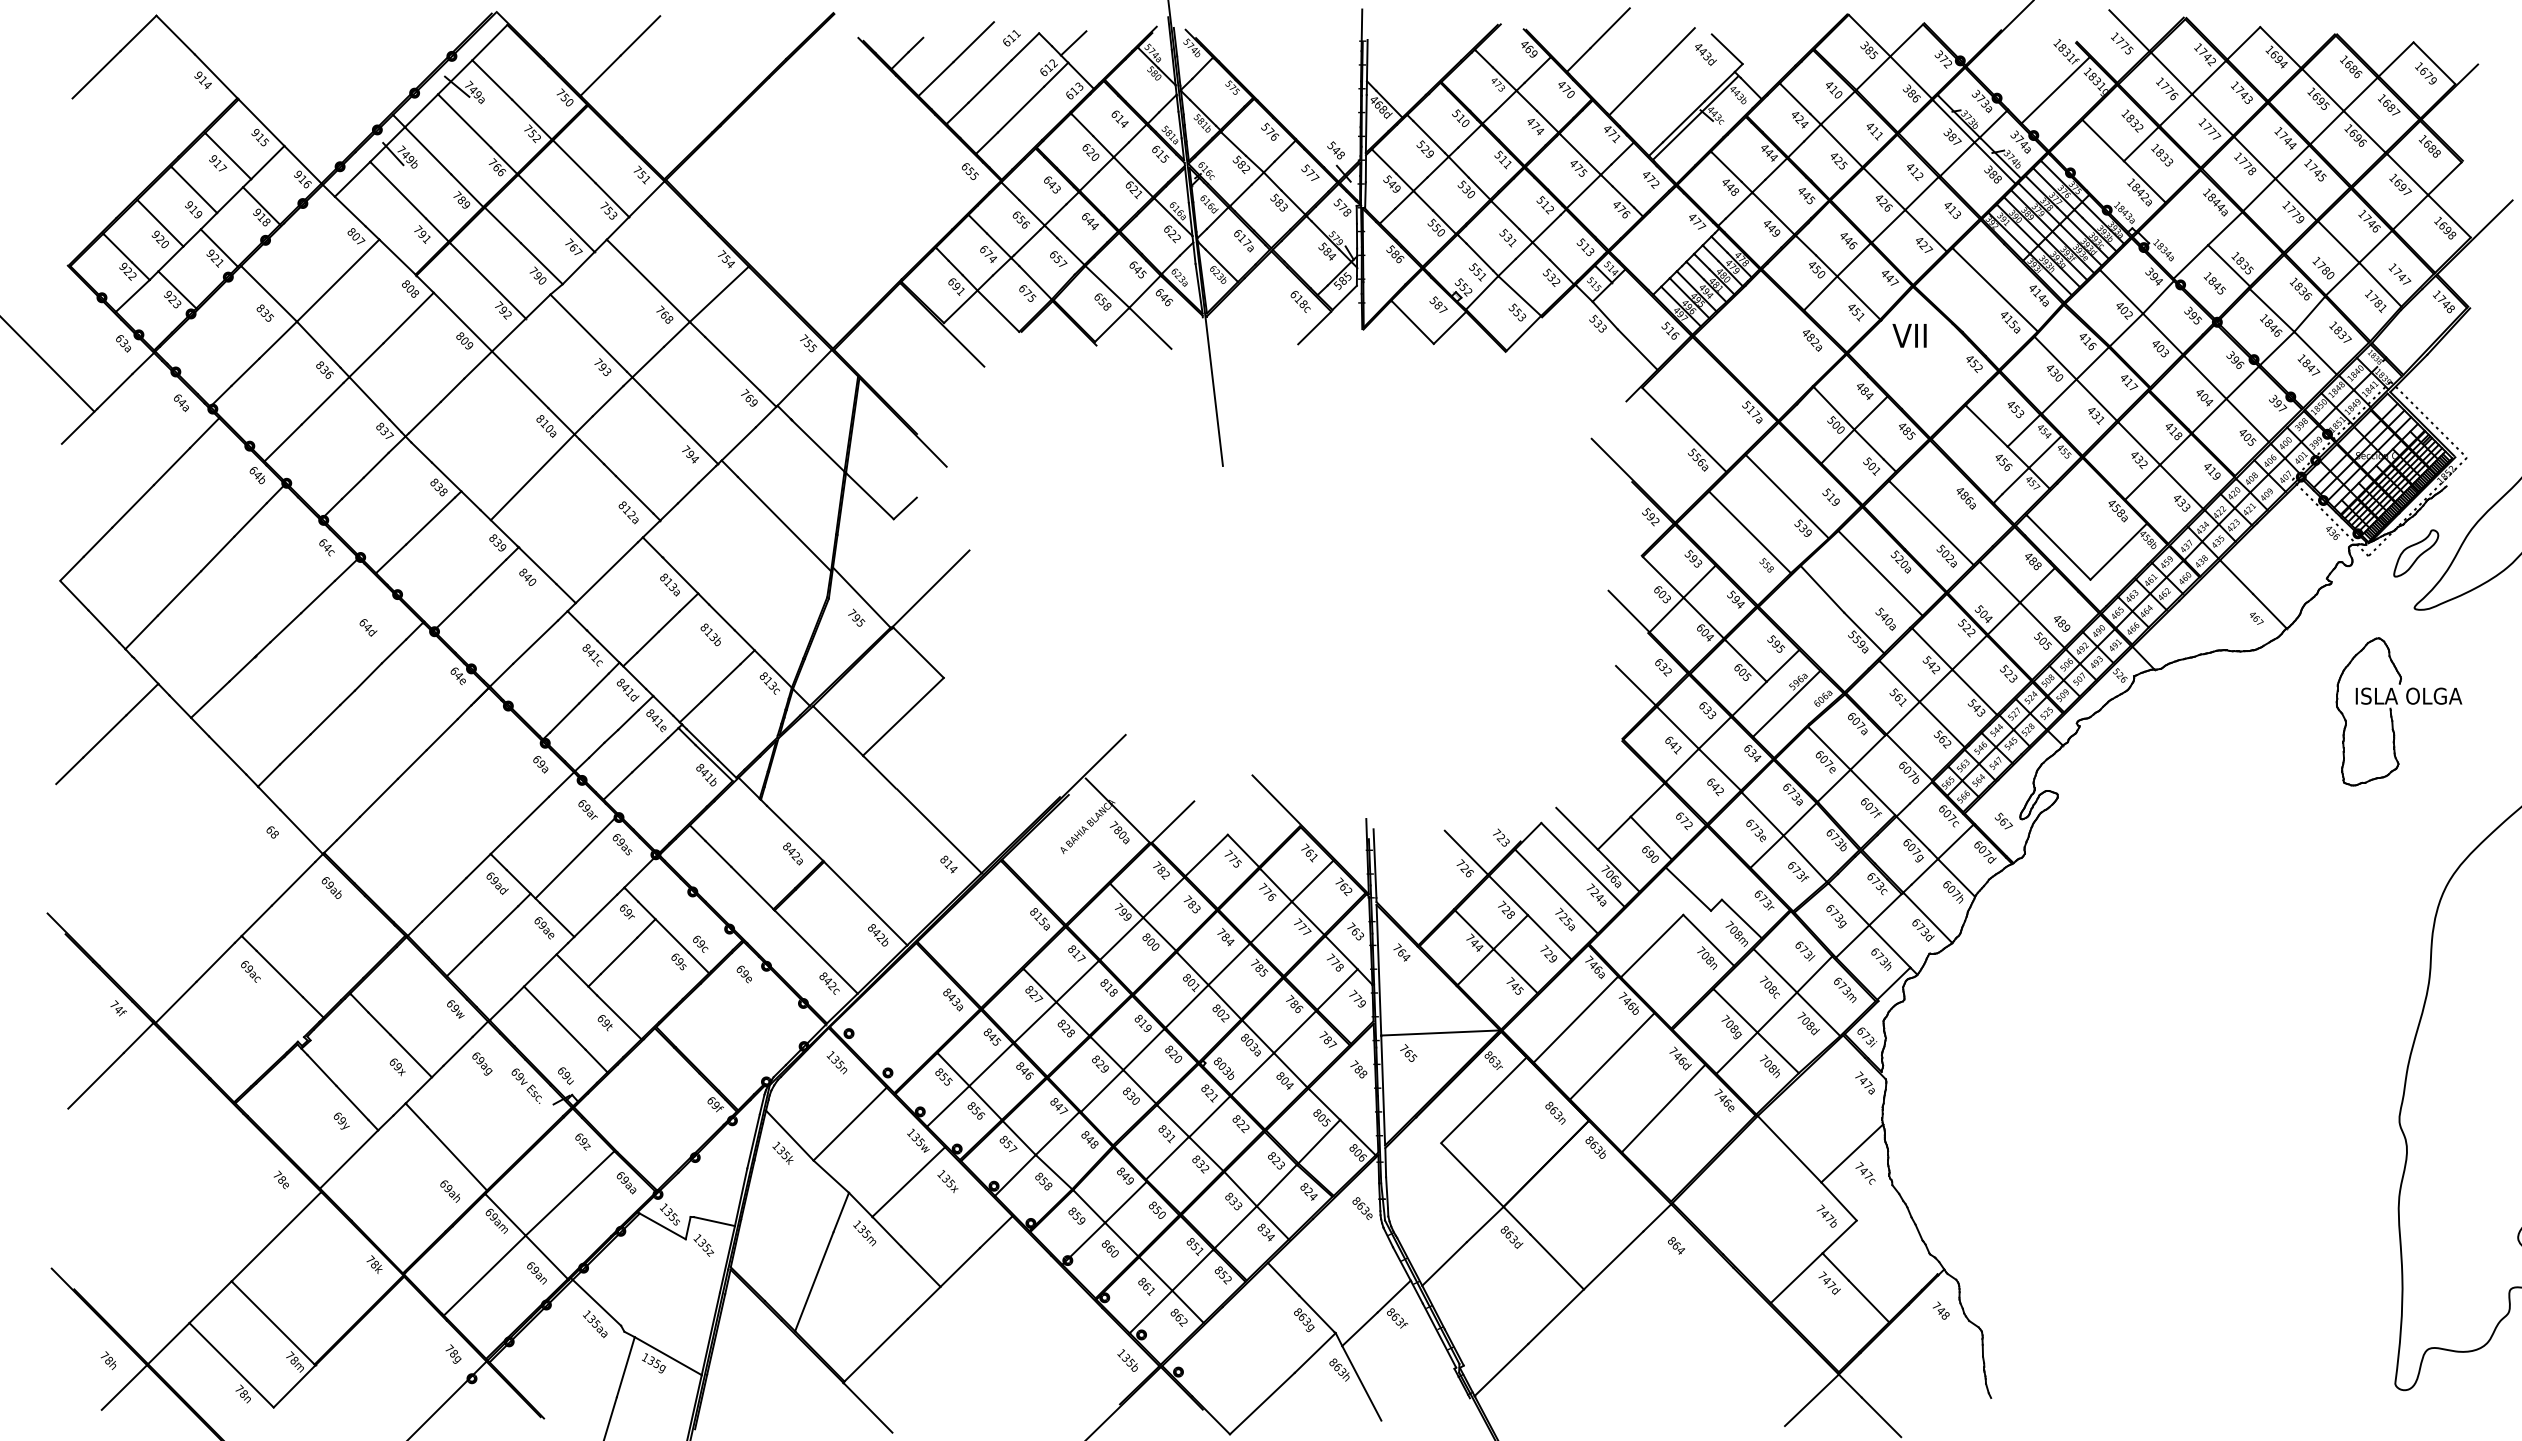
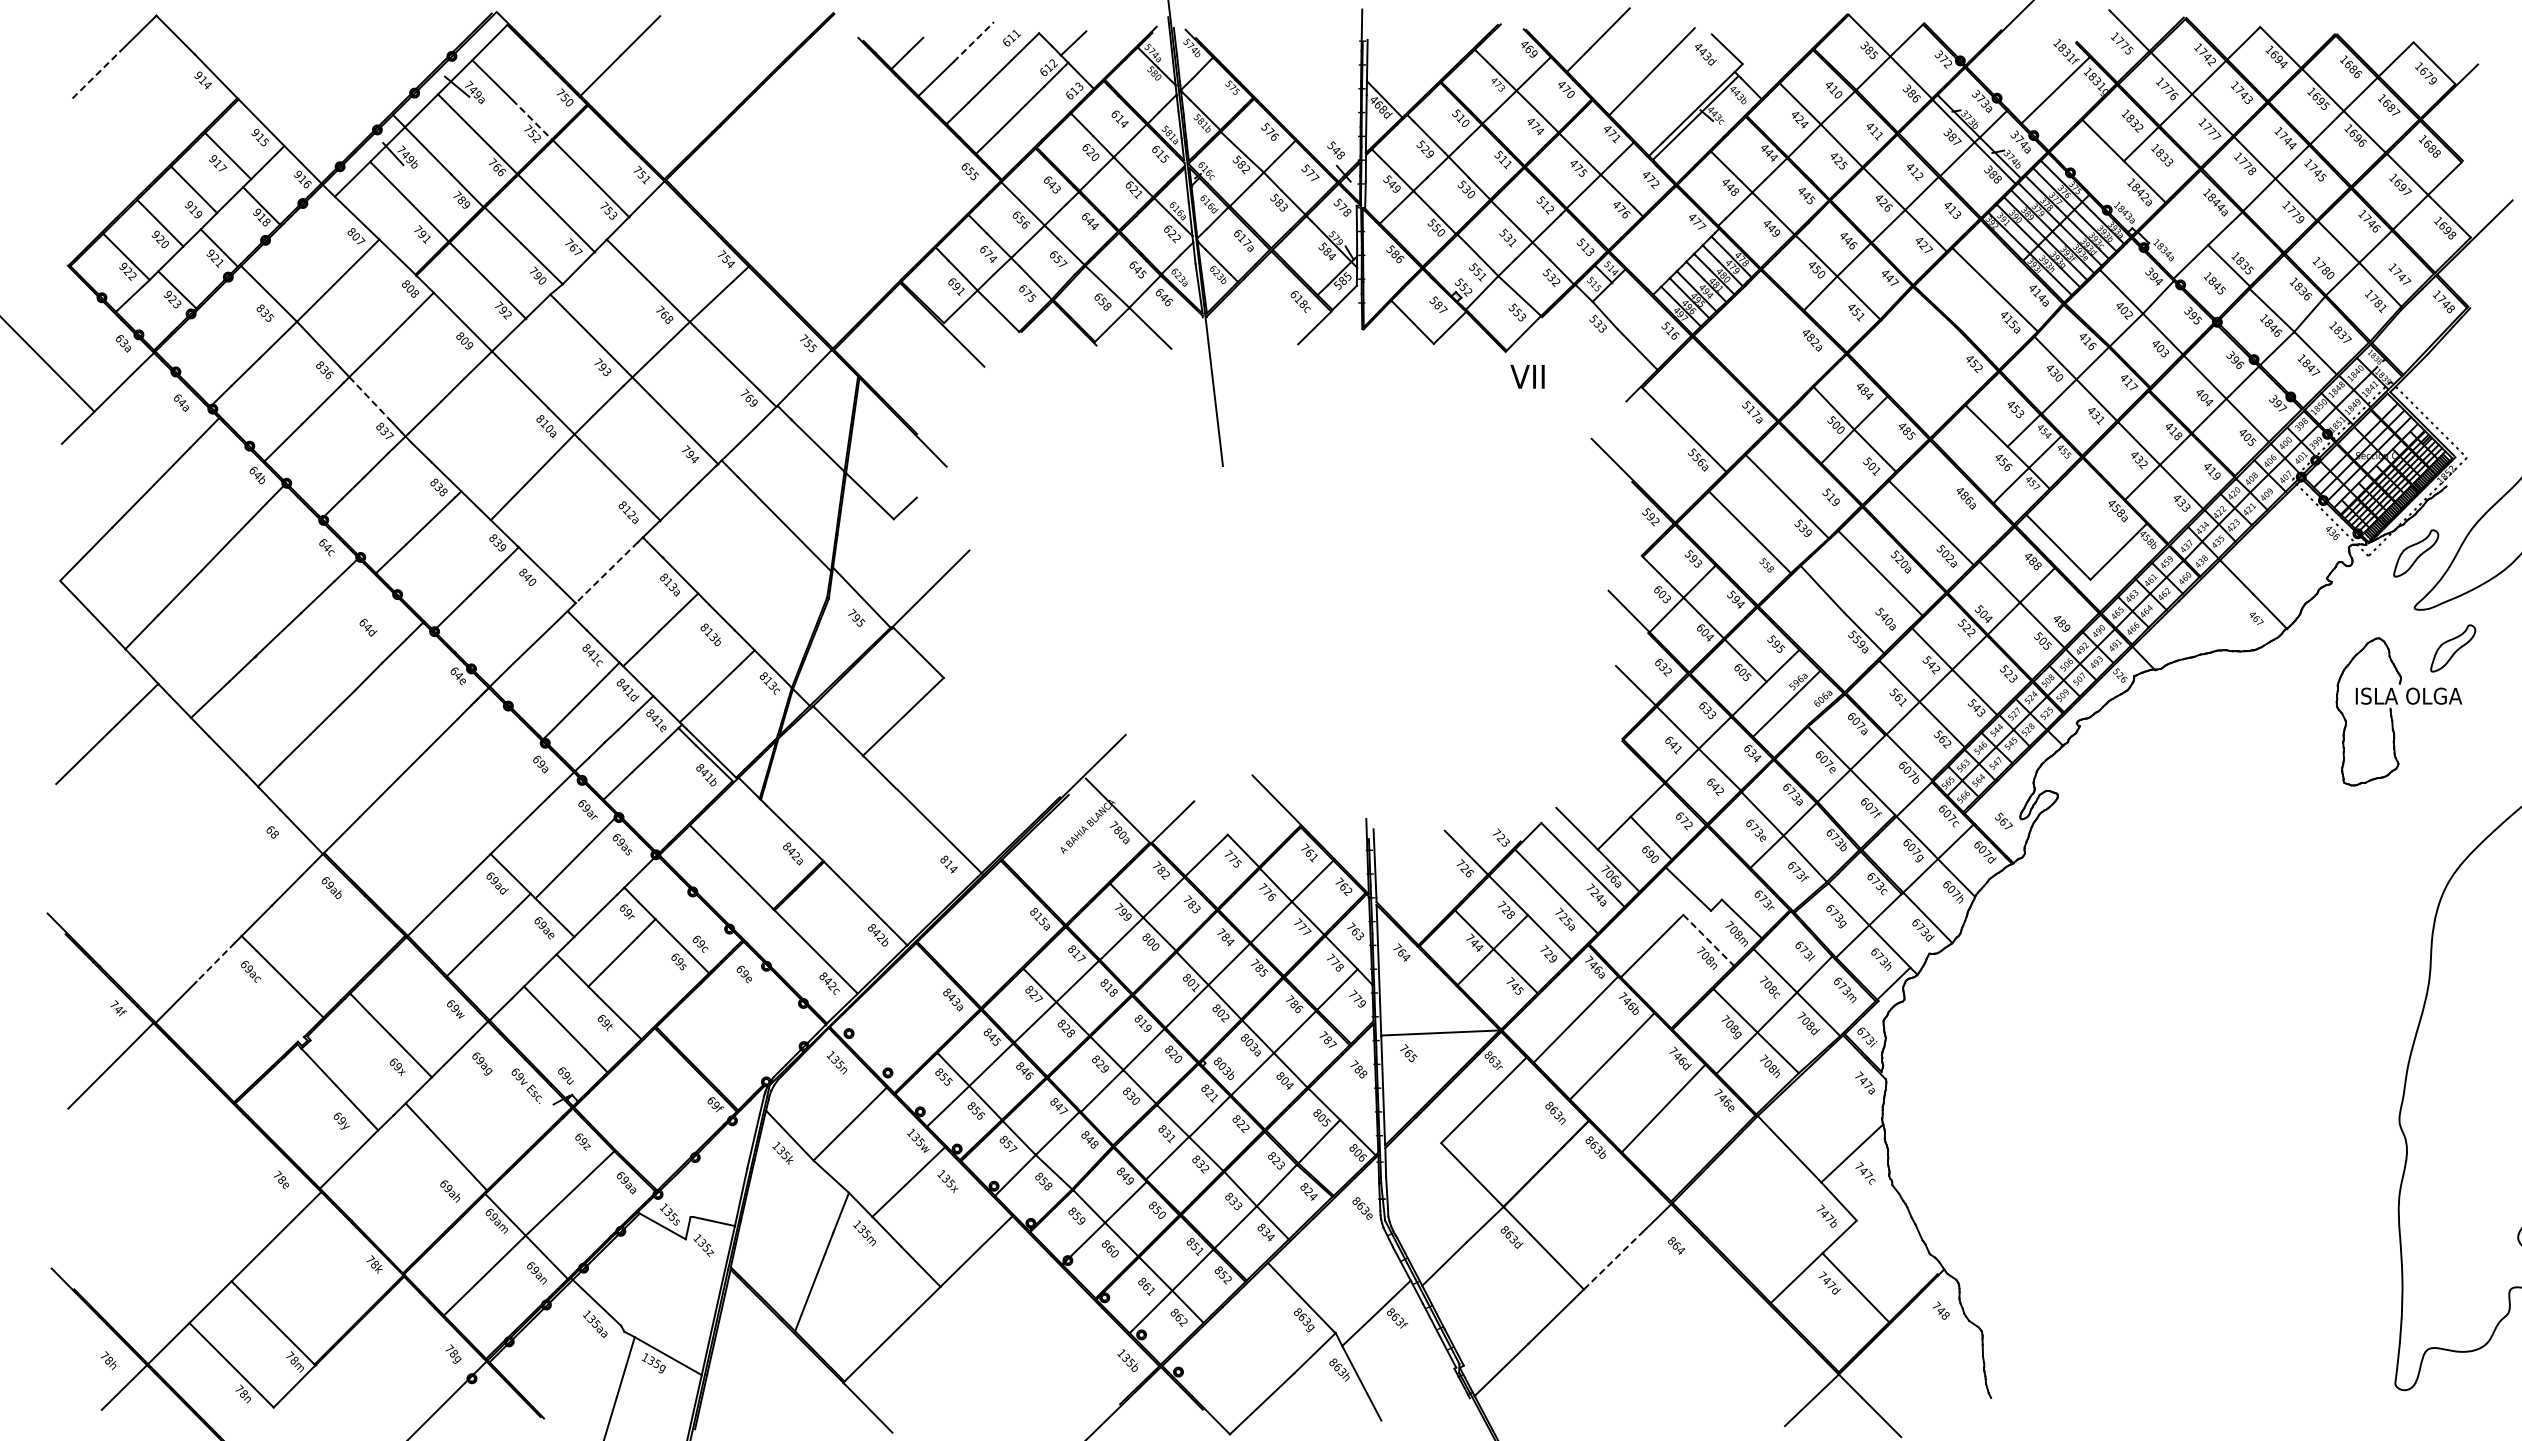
line at (974, 41): solid -> dashed
line at (96, 74): solid -> dashed
line at (532, 120): solid -> dashed
text at (1909, 335) position: (1909, 335) -> (1527, 376)
line at (369, 398): solid -> dashed
line at (606, 573): solid -> dashed
part at (2453, 648): none -> present
line at (1708, 940): solid -> dashed
line at (215, 962): solid -> dashed
line at (1613, 1260): solid -> dashed
